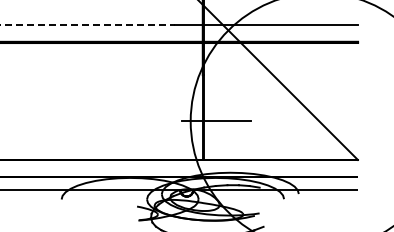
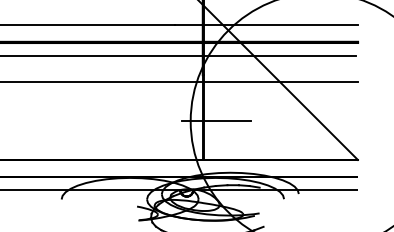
line at (88, 24): dashed -> solid
line at (178, 55): none -> present
line at (179, 81): none -> present
